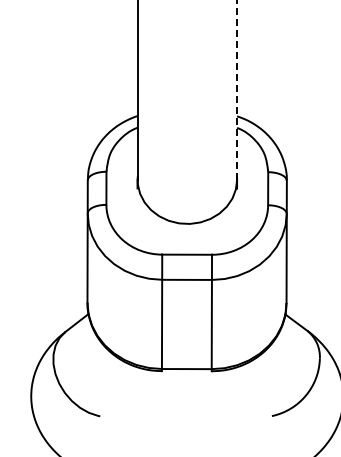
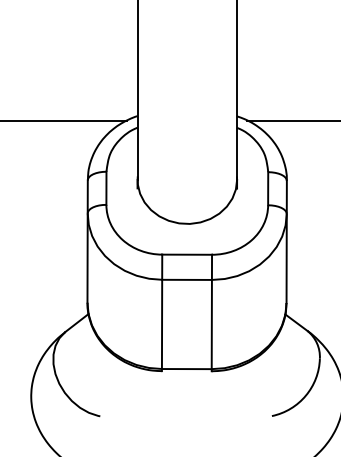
line at (237, 89): dashed -> solid
line at (64, 120): none -> present
line at (292, 120): none -> present
